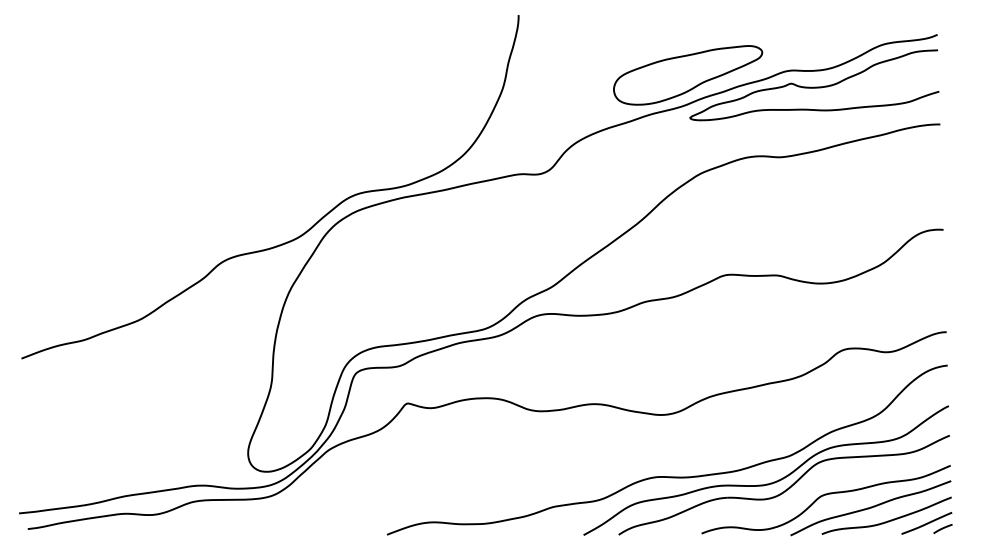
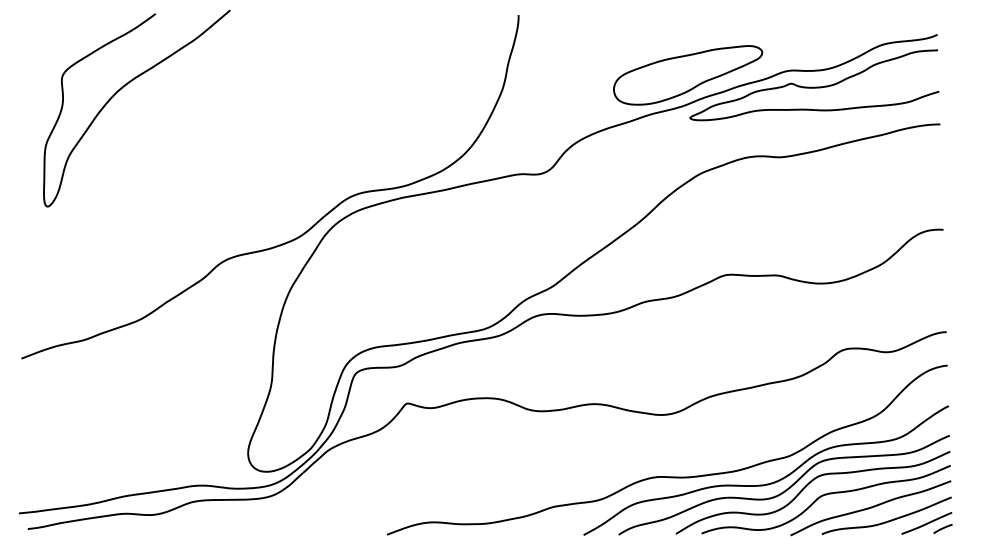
curve at (119, 91): none -> present
curve at (807, 486): none -> present
